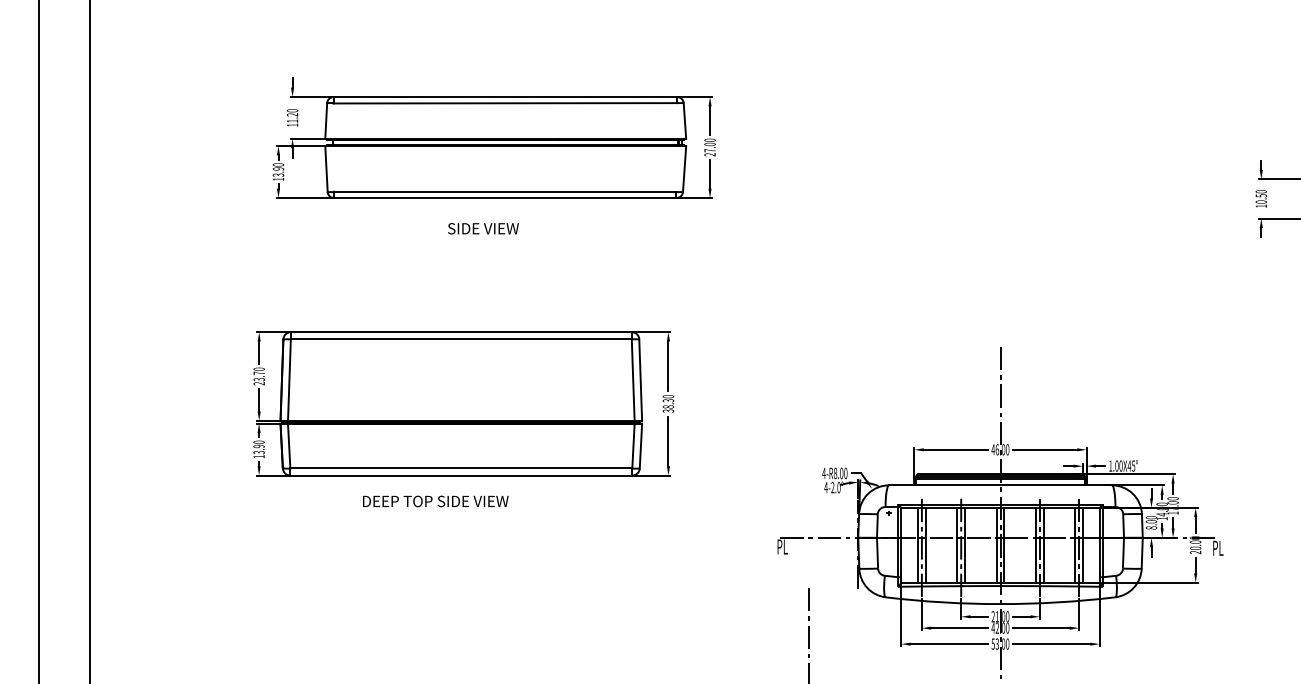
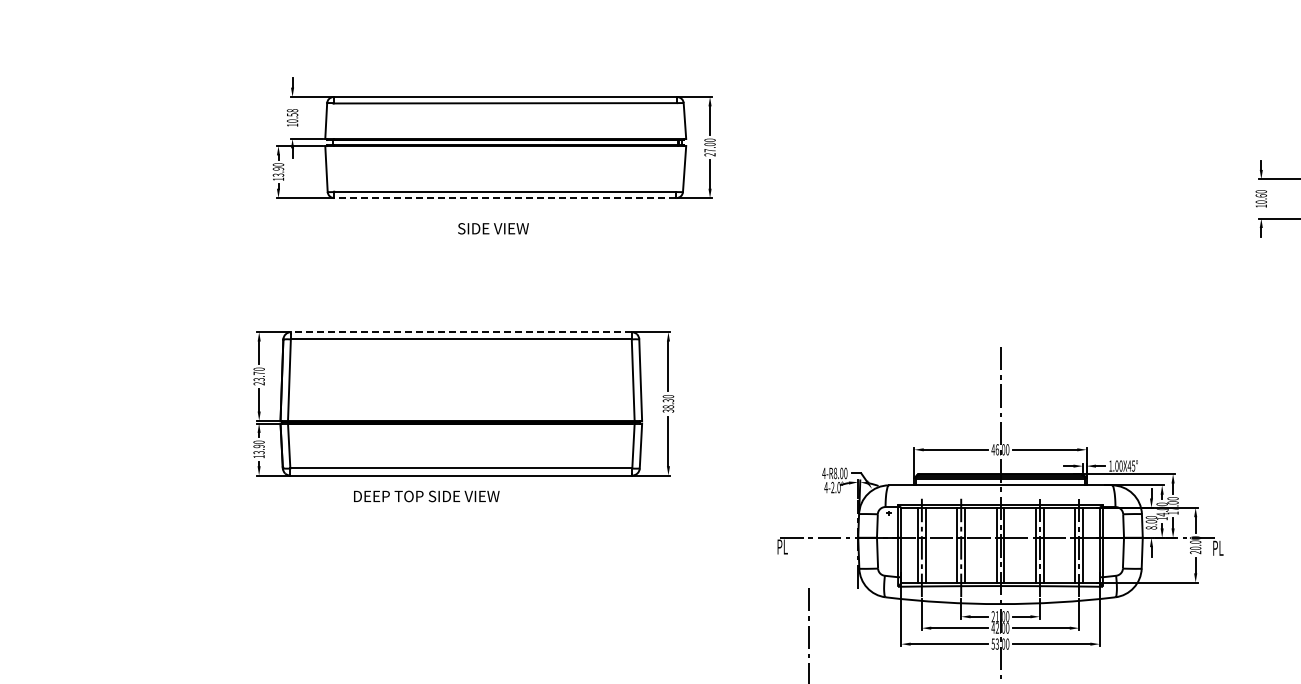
text at (292, 115): 11.20 -> 10.58
text at (1260, 195): 10.50 -> 10.60
line at (504, 198): solid -> dashed
text at (483, 228) position: (483, 228) -> (493, 228)
line at (460, 332): solid -> dashed
line at (39, 341): present -> none
line at (89, 341): present -> none
text at (435, 501) position: (435, 501) -> (426, 496)
